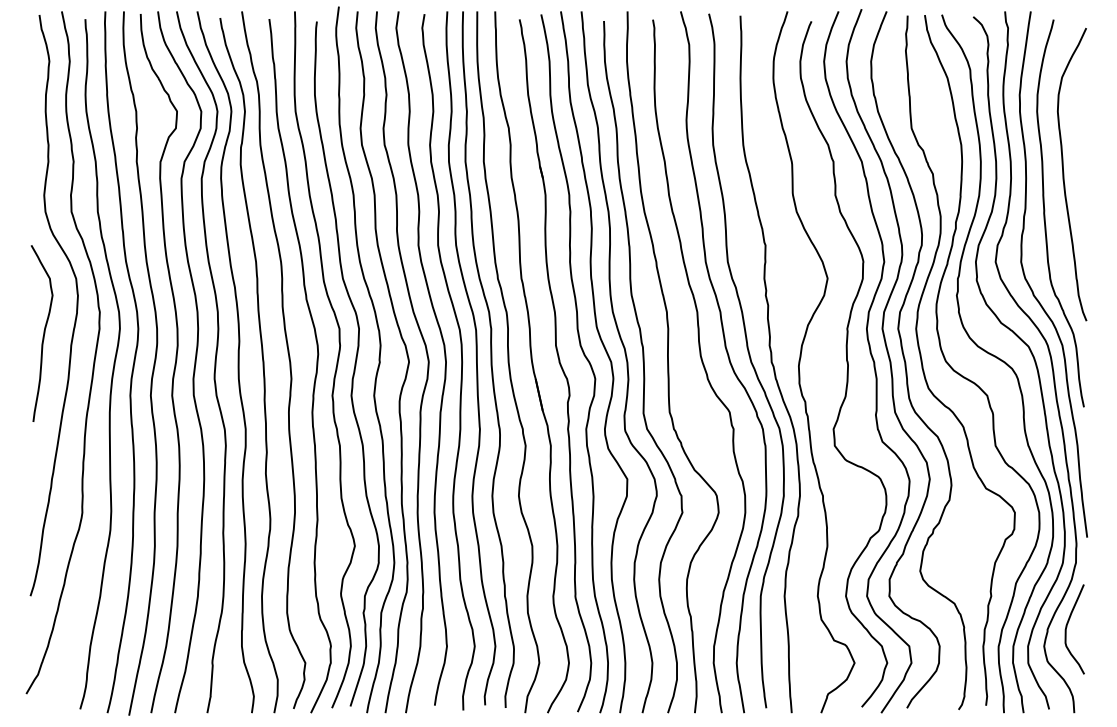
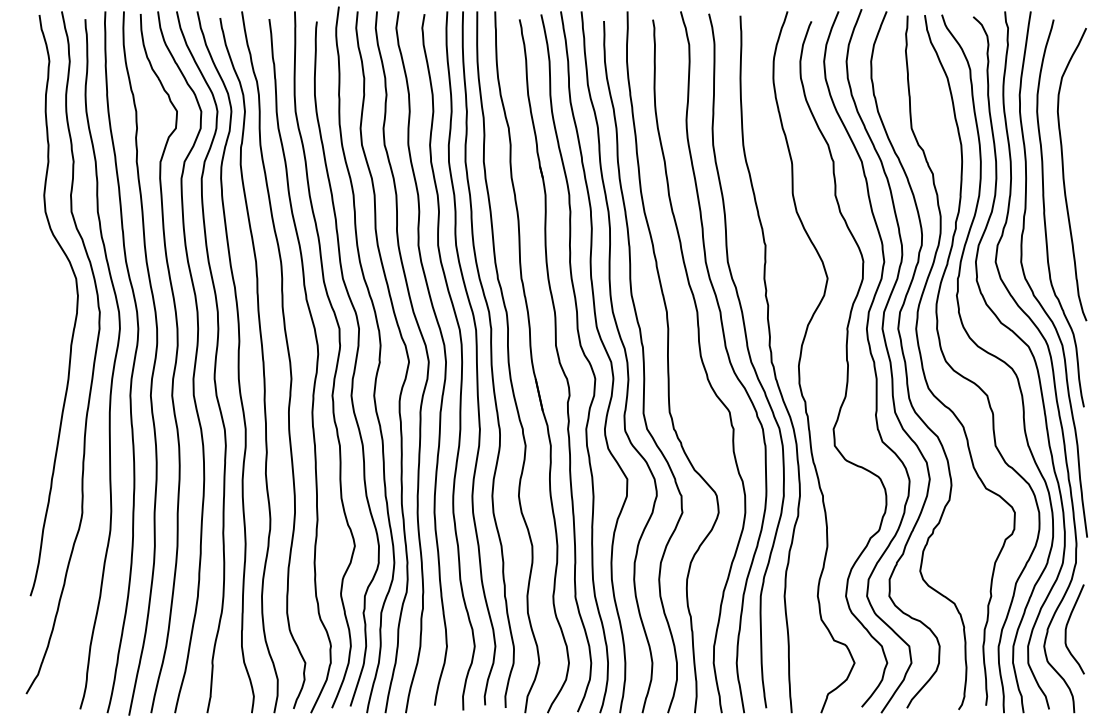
curve at (43, 333): present -> none
